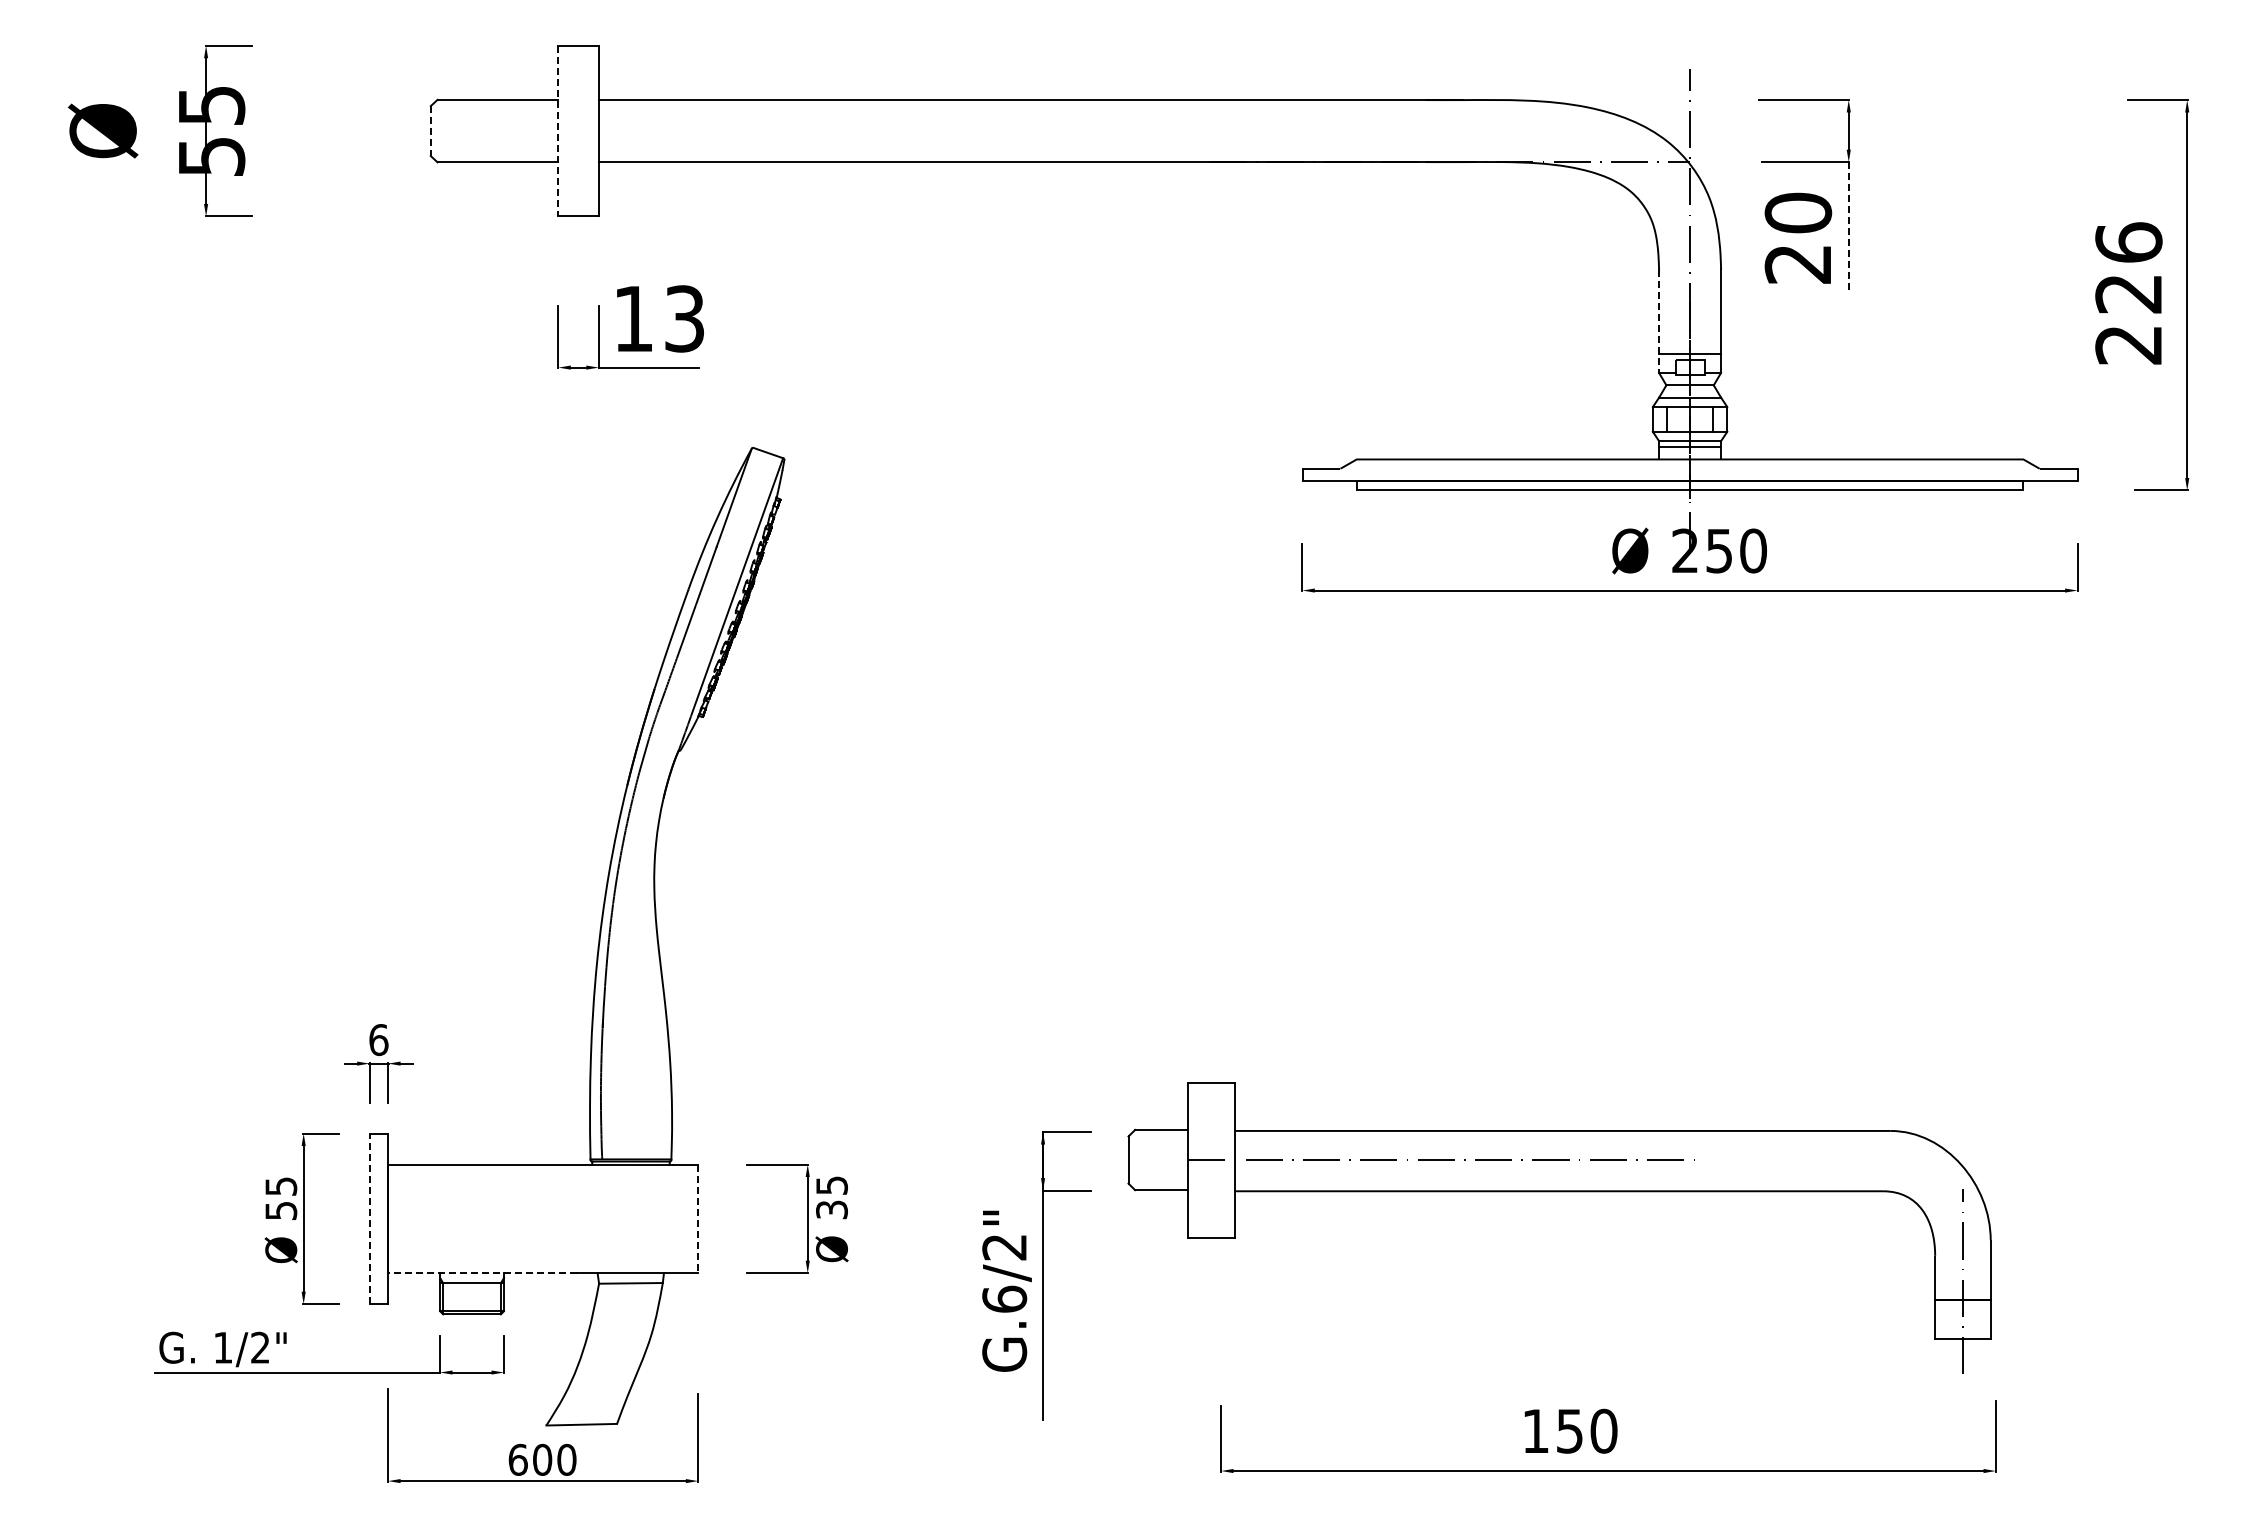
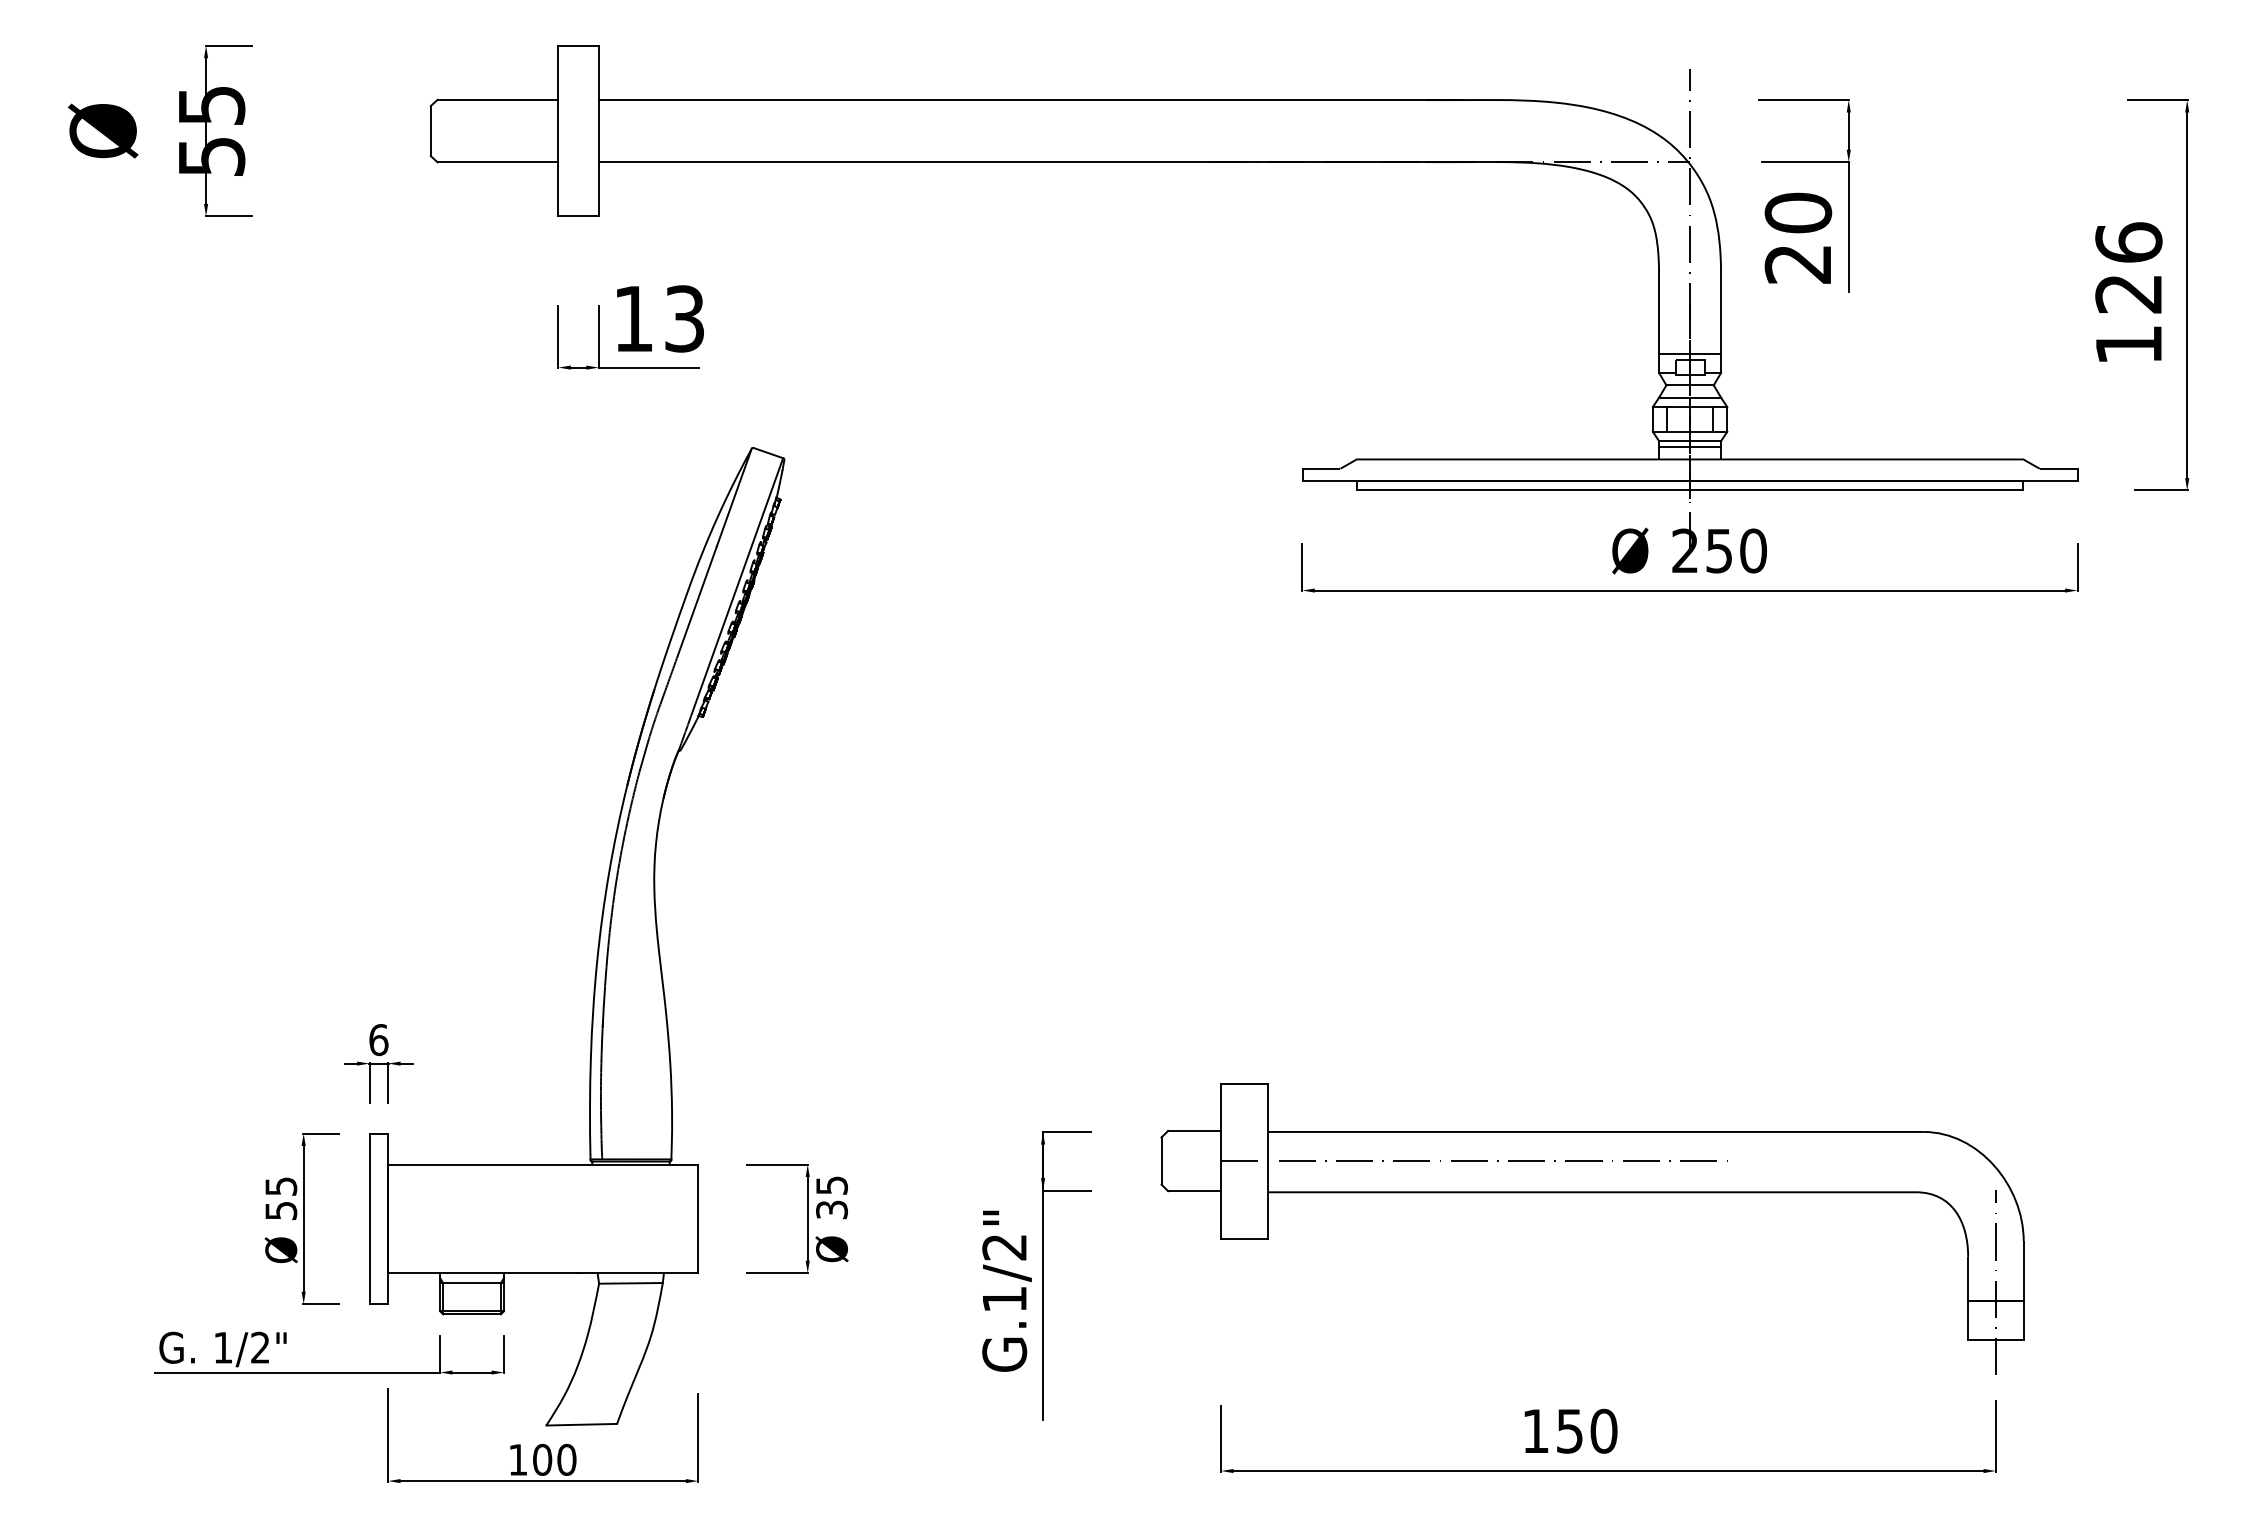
line at (430, 131): dashed -> solid
line at (558, 131): dashed -> solid
line at (1849, 227): dashed -> solid
line at (1659, 322): dashed -> solid
text at (2128, 345): 226 -> 126
part at (1559, 1192) position: (1559, 1192) -> (1592, 1193)
line at (369, 1218): dashed -> solid
line at (698, 1219): dashed -> solid
line at (481, 1273): dashed -> solid
text at (1004, 1298): G.6/2" -> G.1/2"
text at (517, 1459): 600 -> 100
